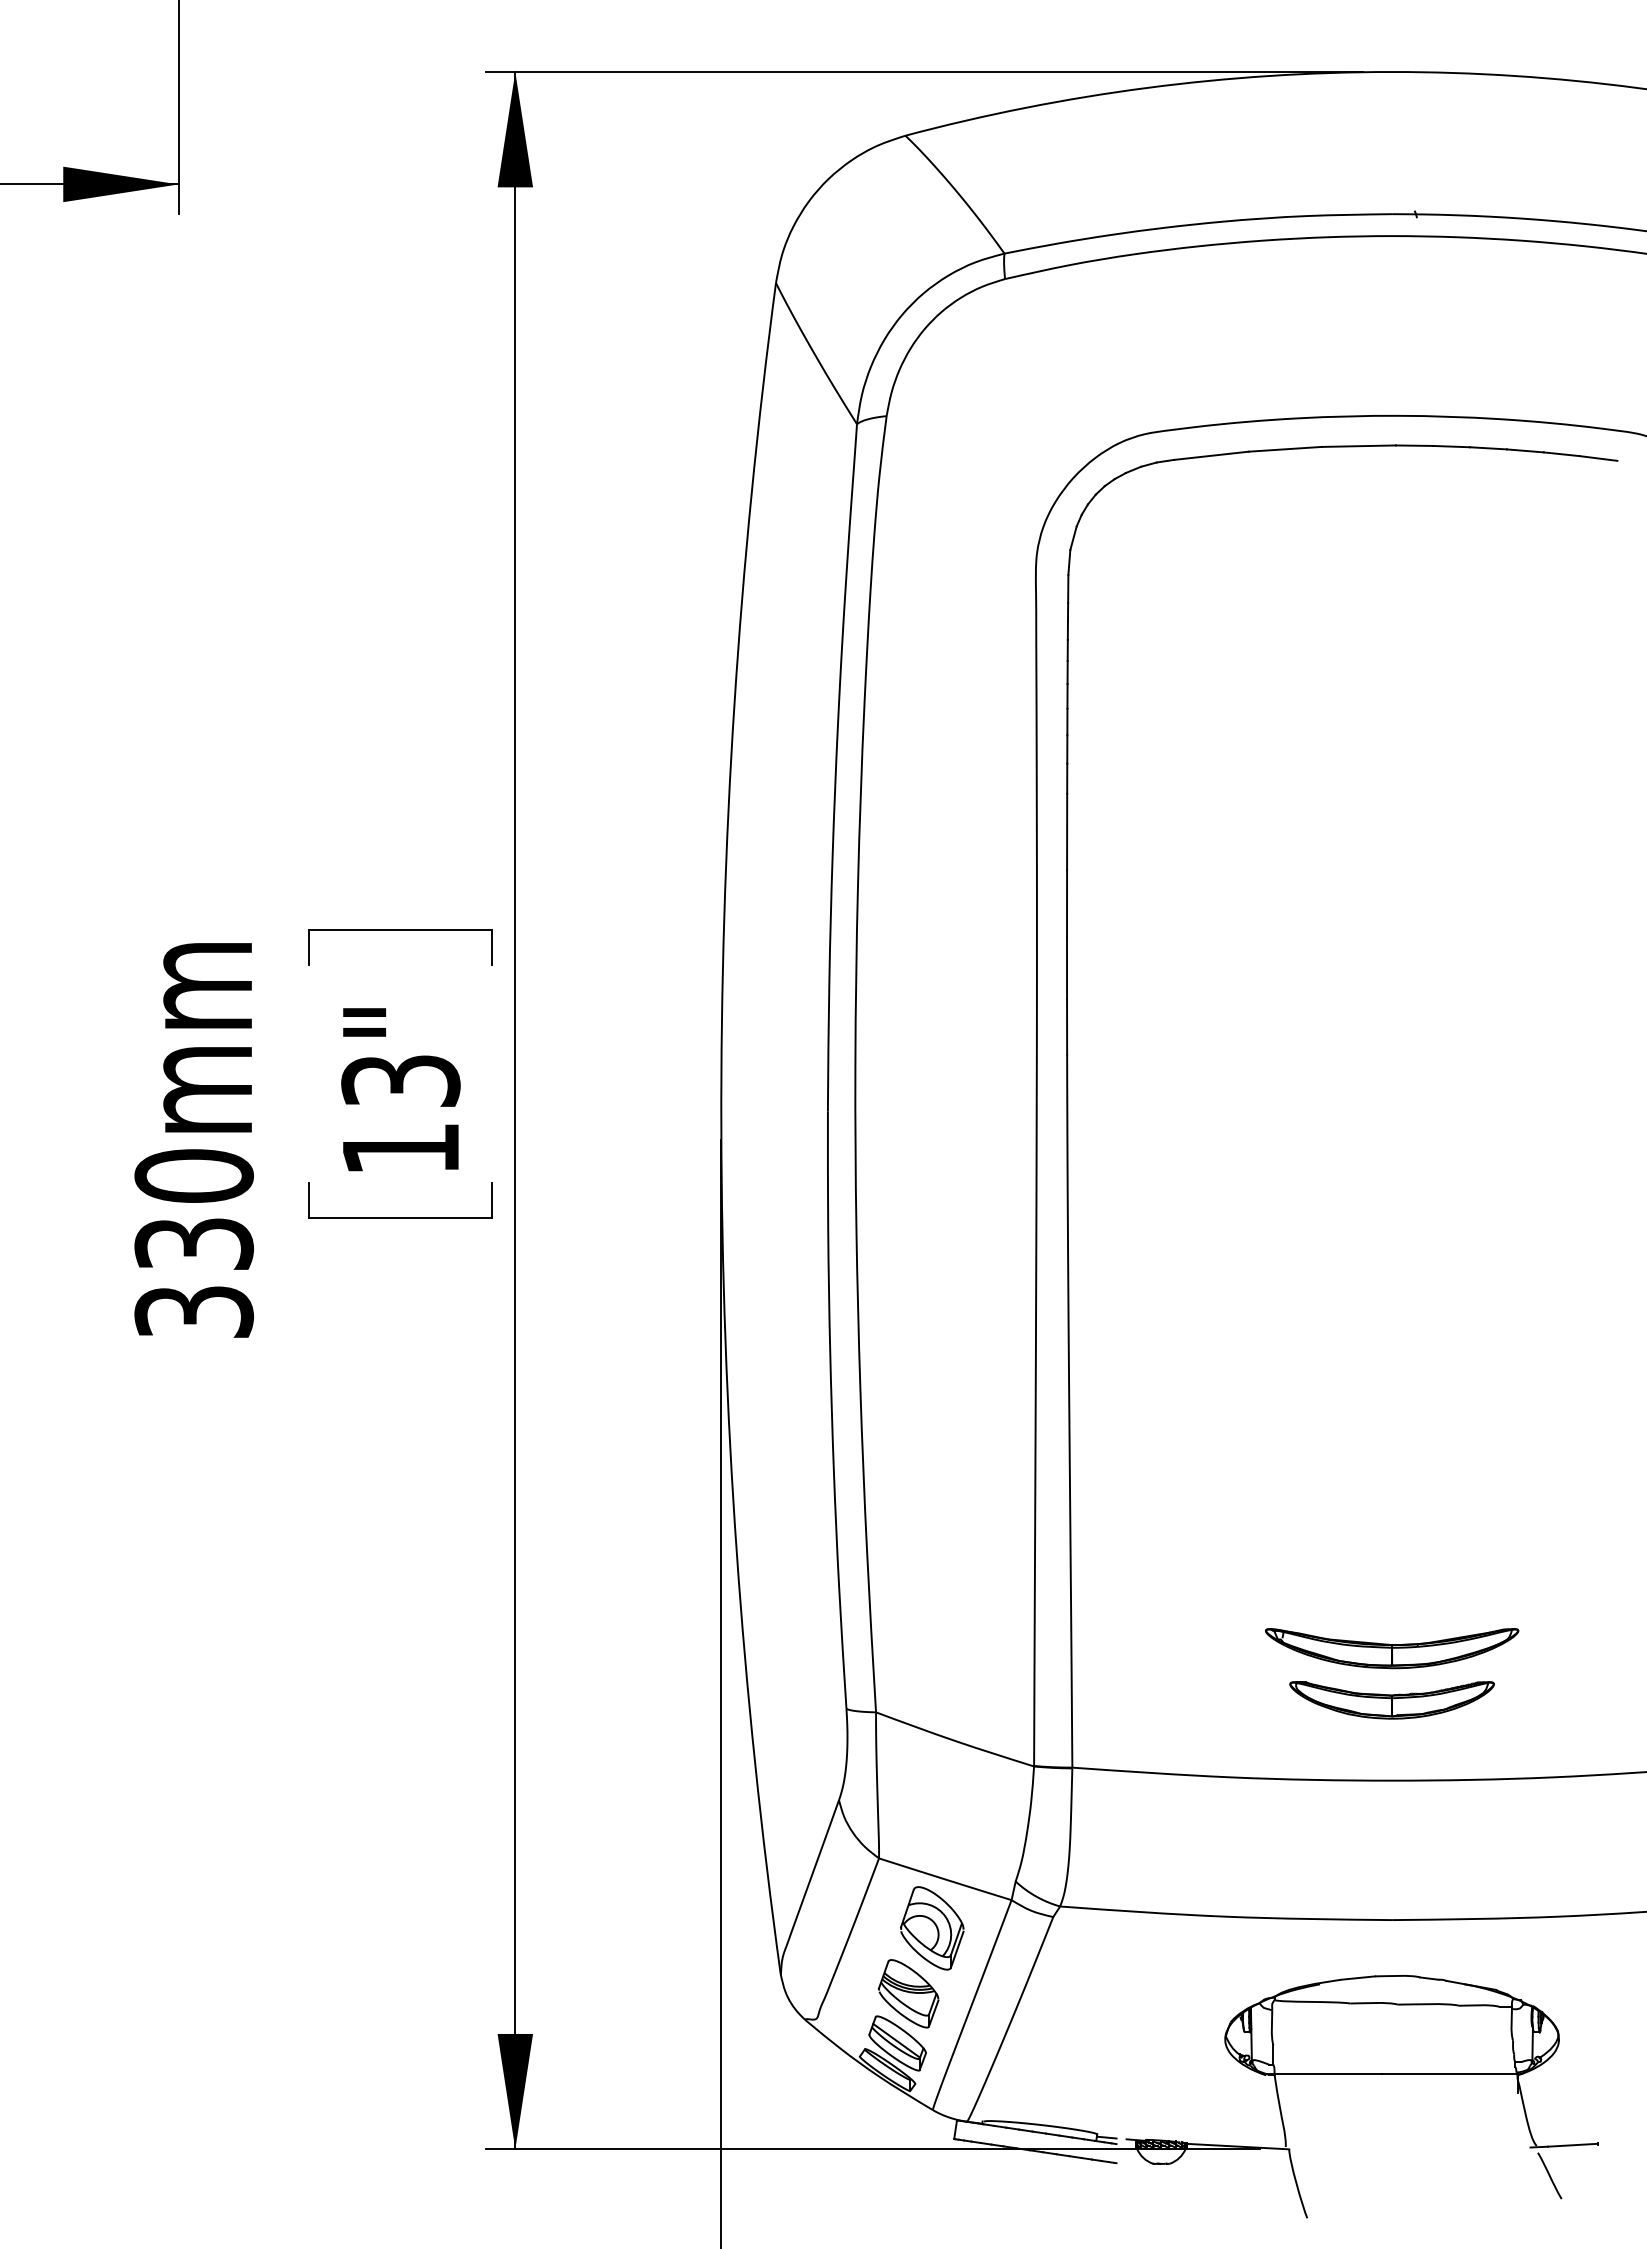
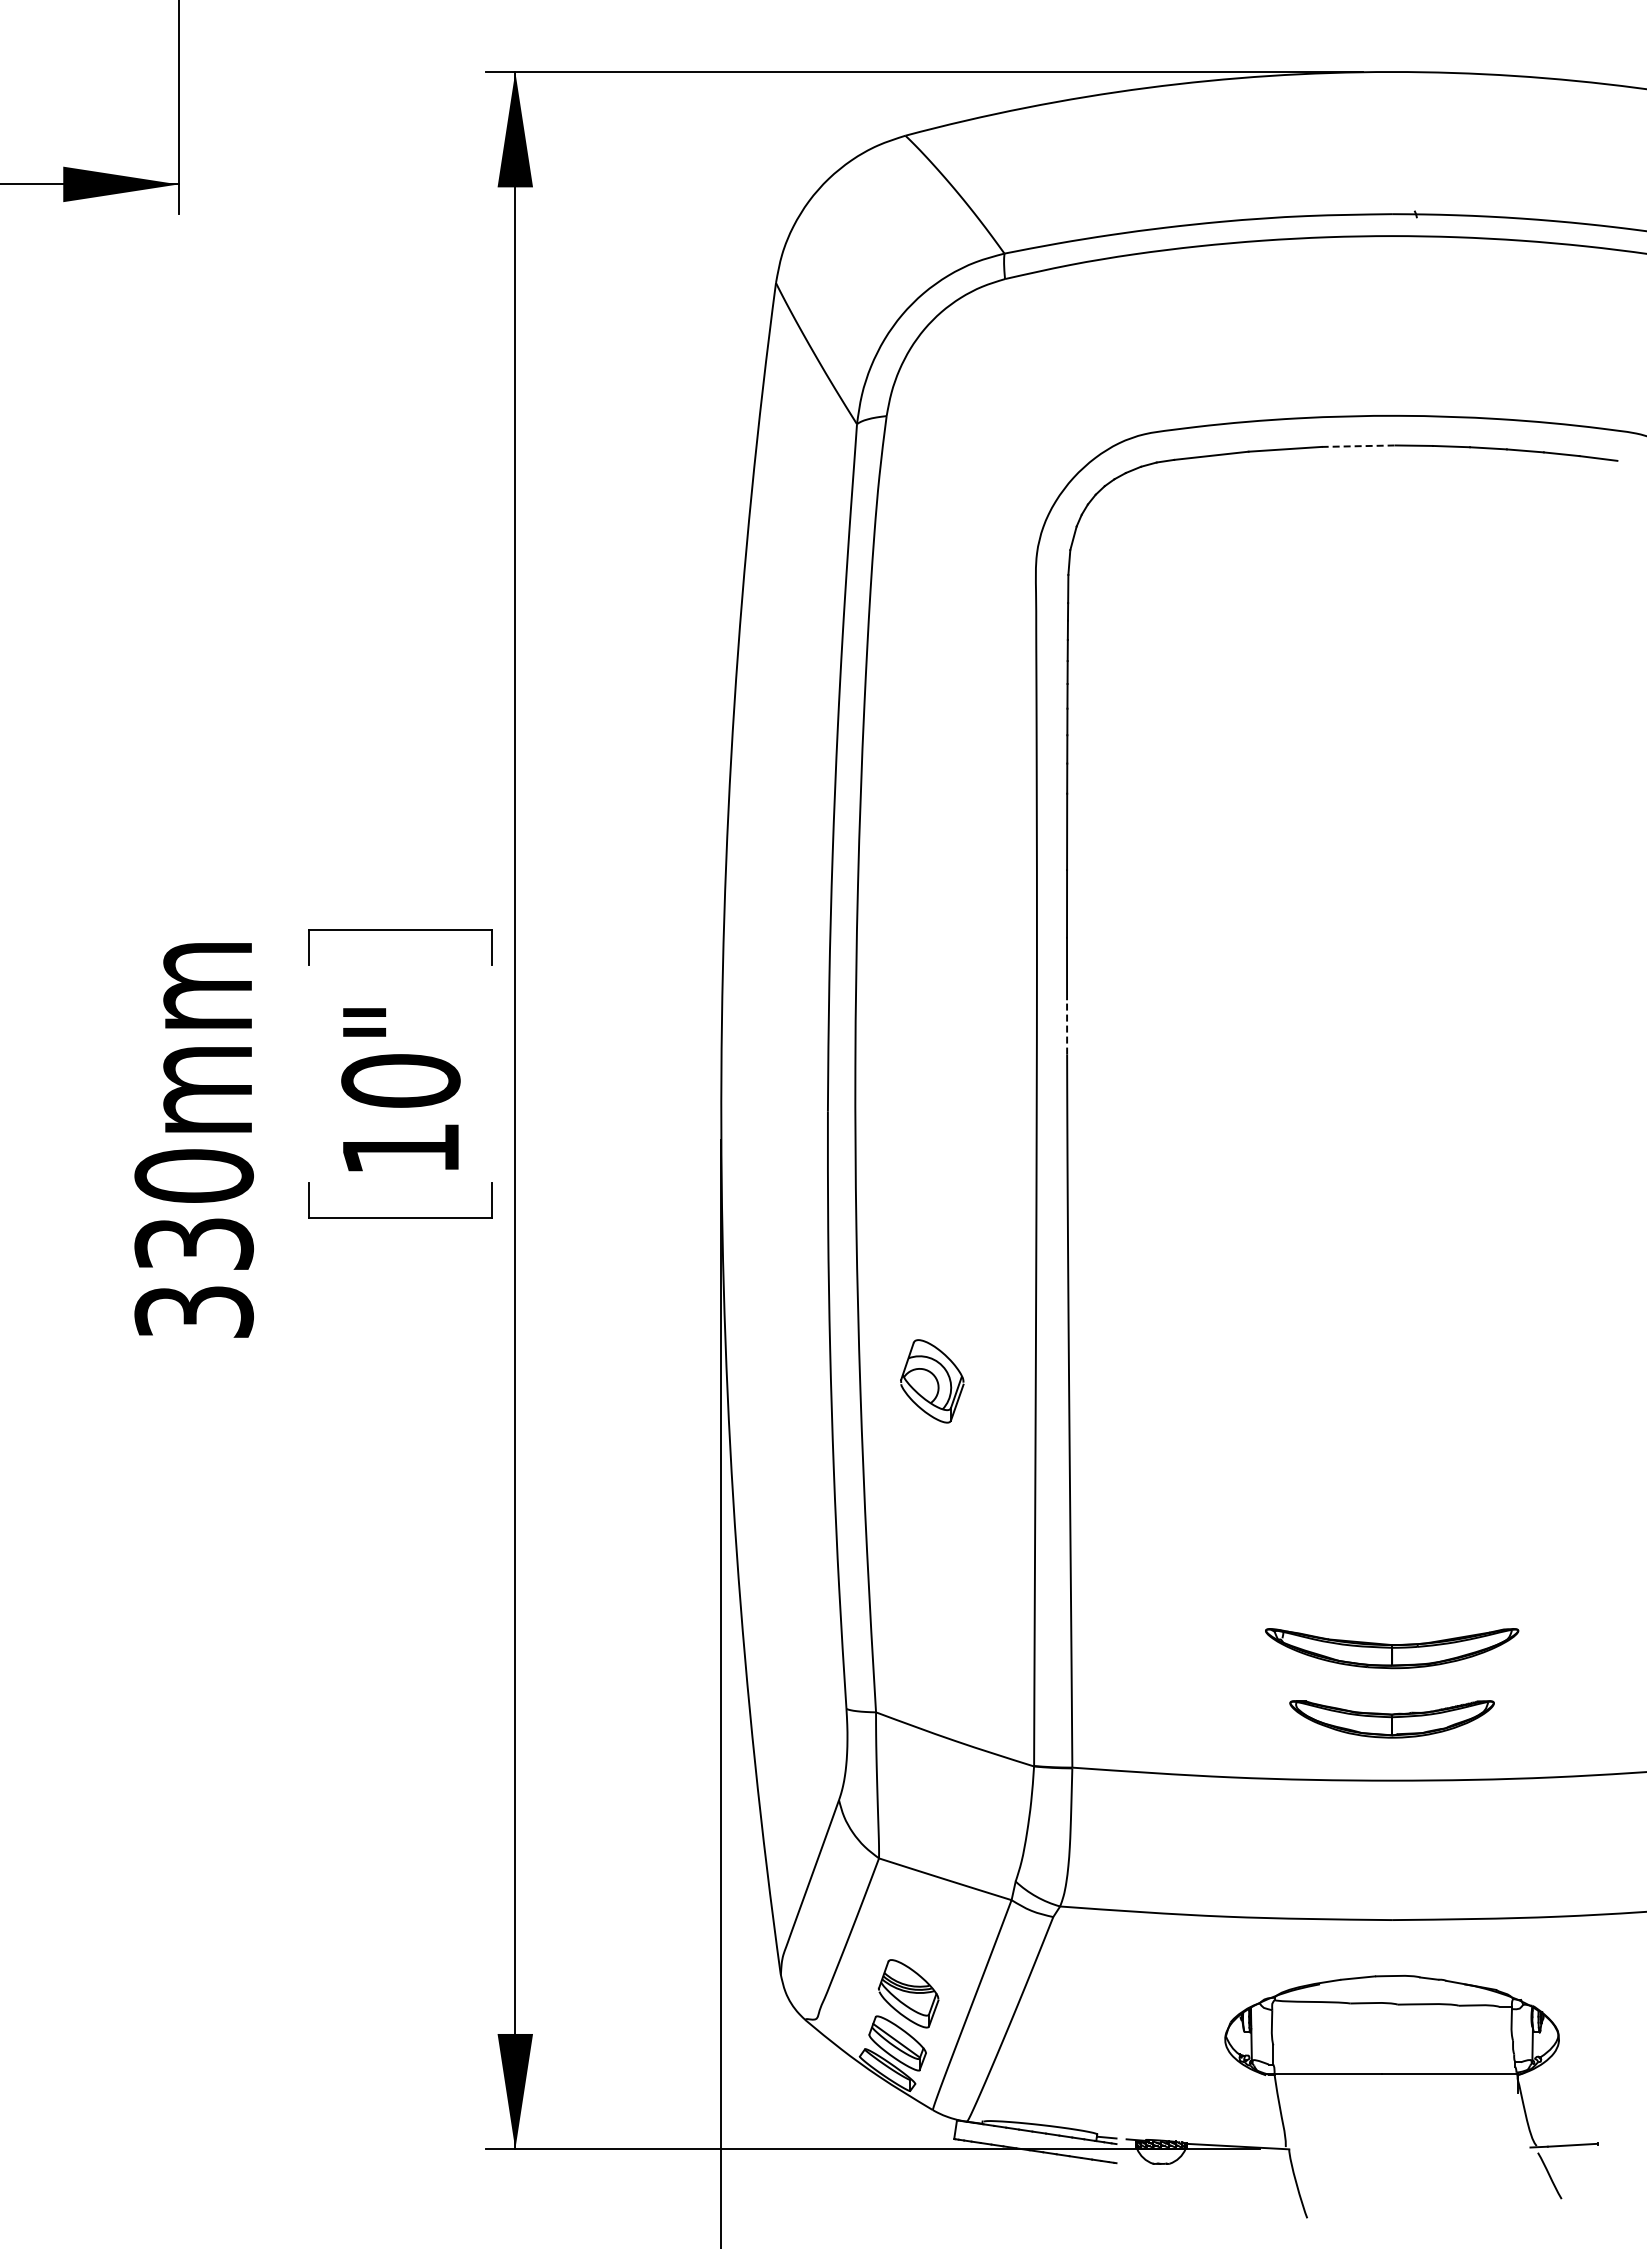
line at (1359, 446): solid -> dashed
line at (1067, 1026): solid -> dashed
text at (400, 1080): 13" -> 10"
part at (1391, 1700) position: (1391, 1700) -> (1391, 1719)
part at (932, 1928) position: (932, 1928) -> (932, 1381)
